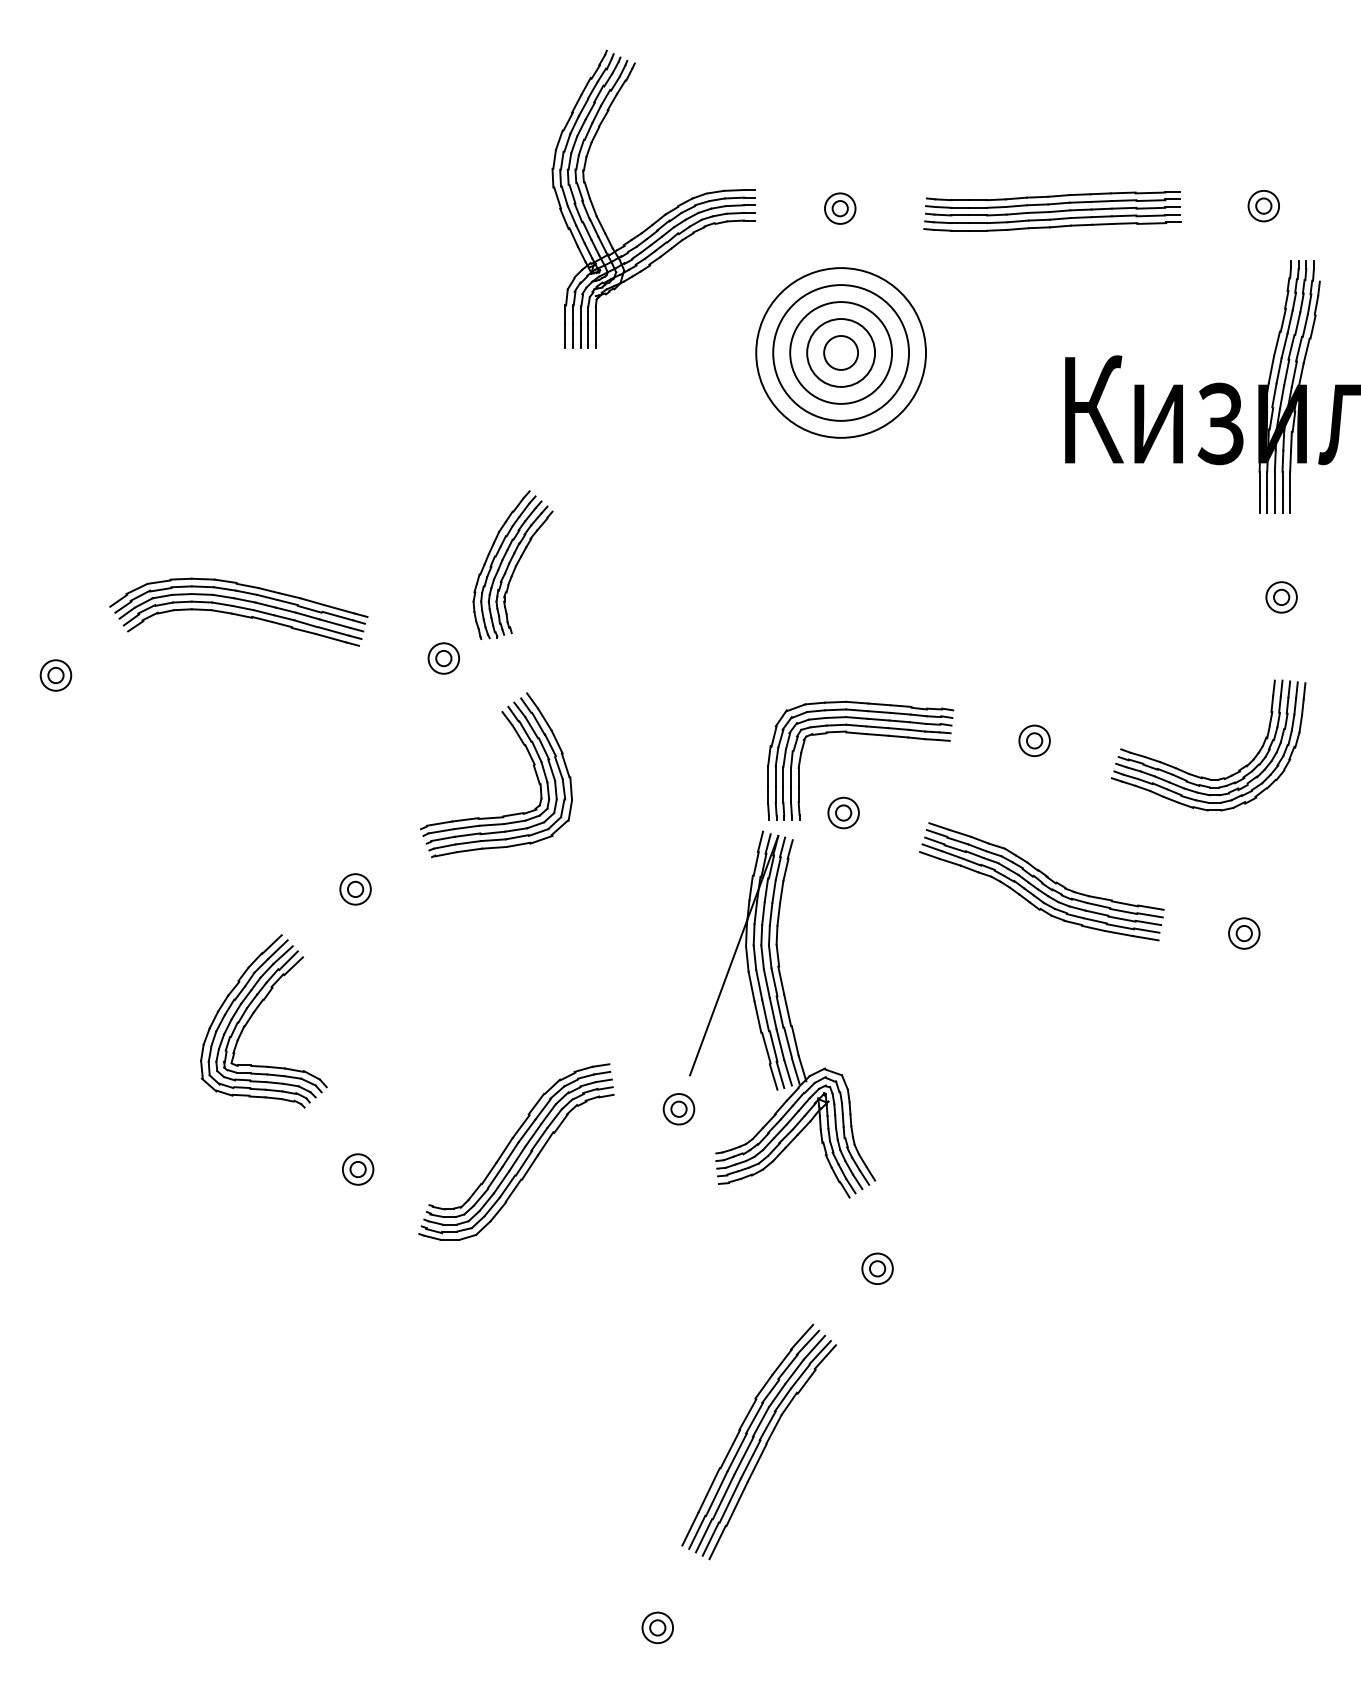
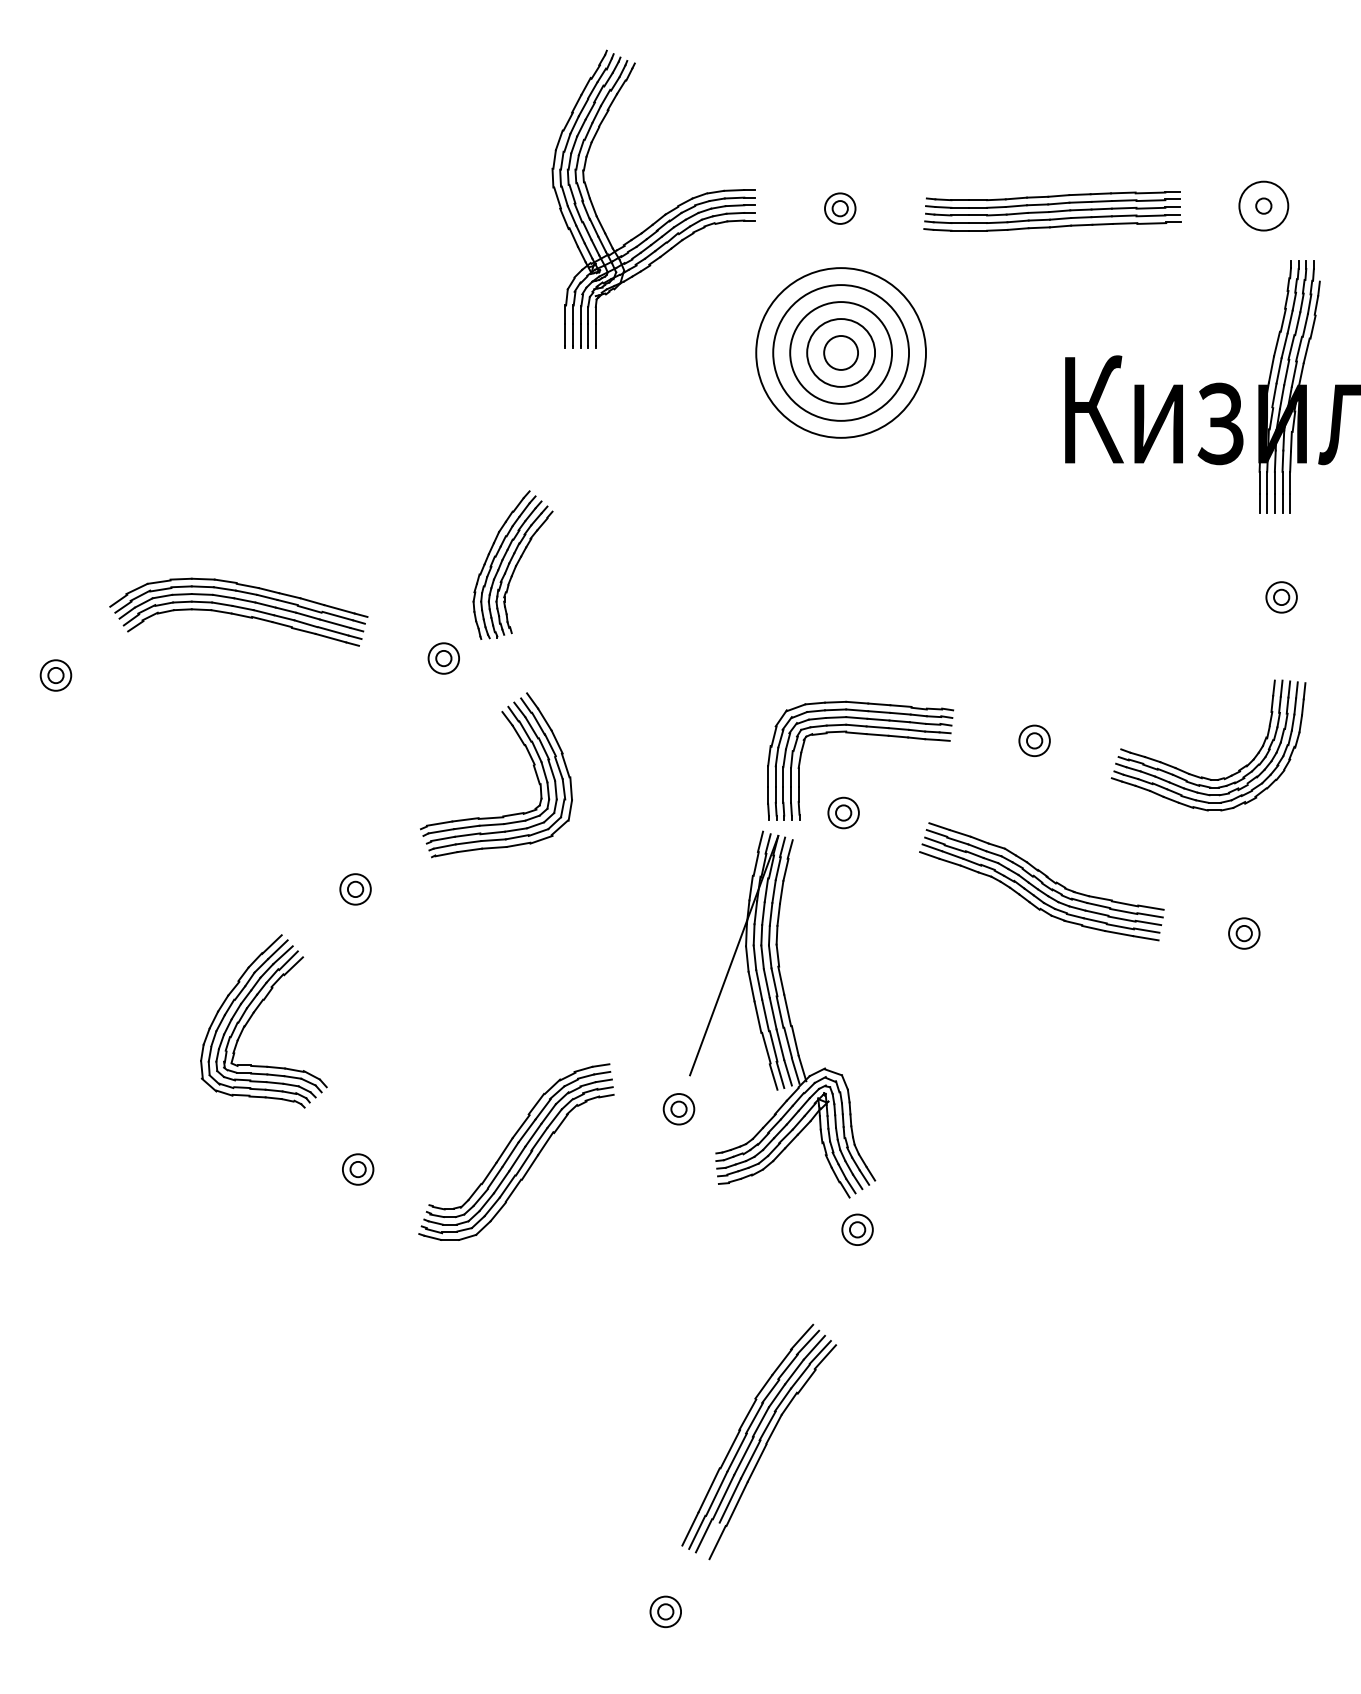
circle at (1263, 205) diameter: 31 px -> 49 px
part at (877, 1268) position: (877, 1268) -> (857, 1229)
line at (710, 1538): present -> none
part at (657, 1627) position: (657, 1627) -> (665, 1611)
